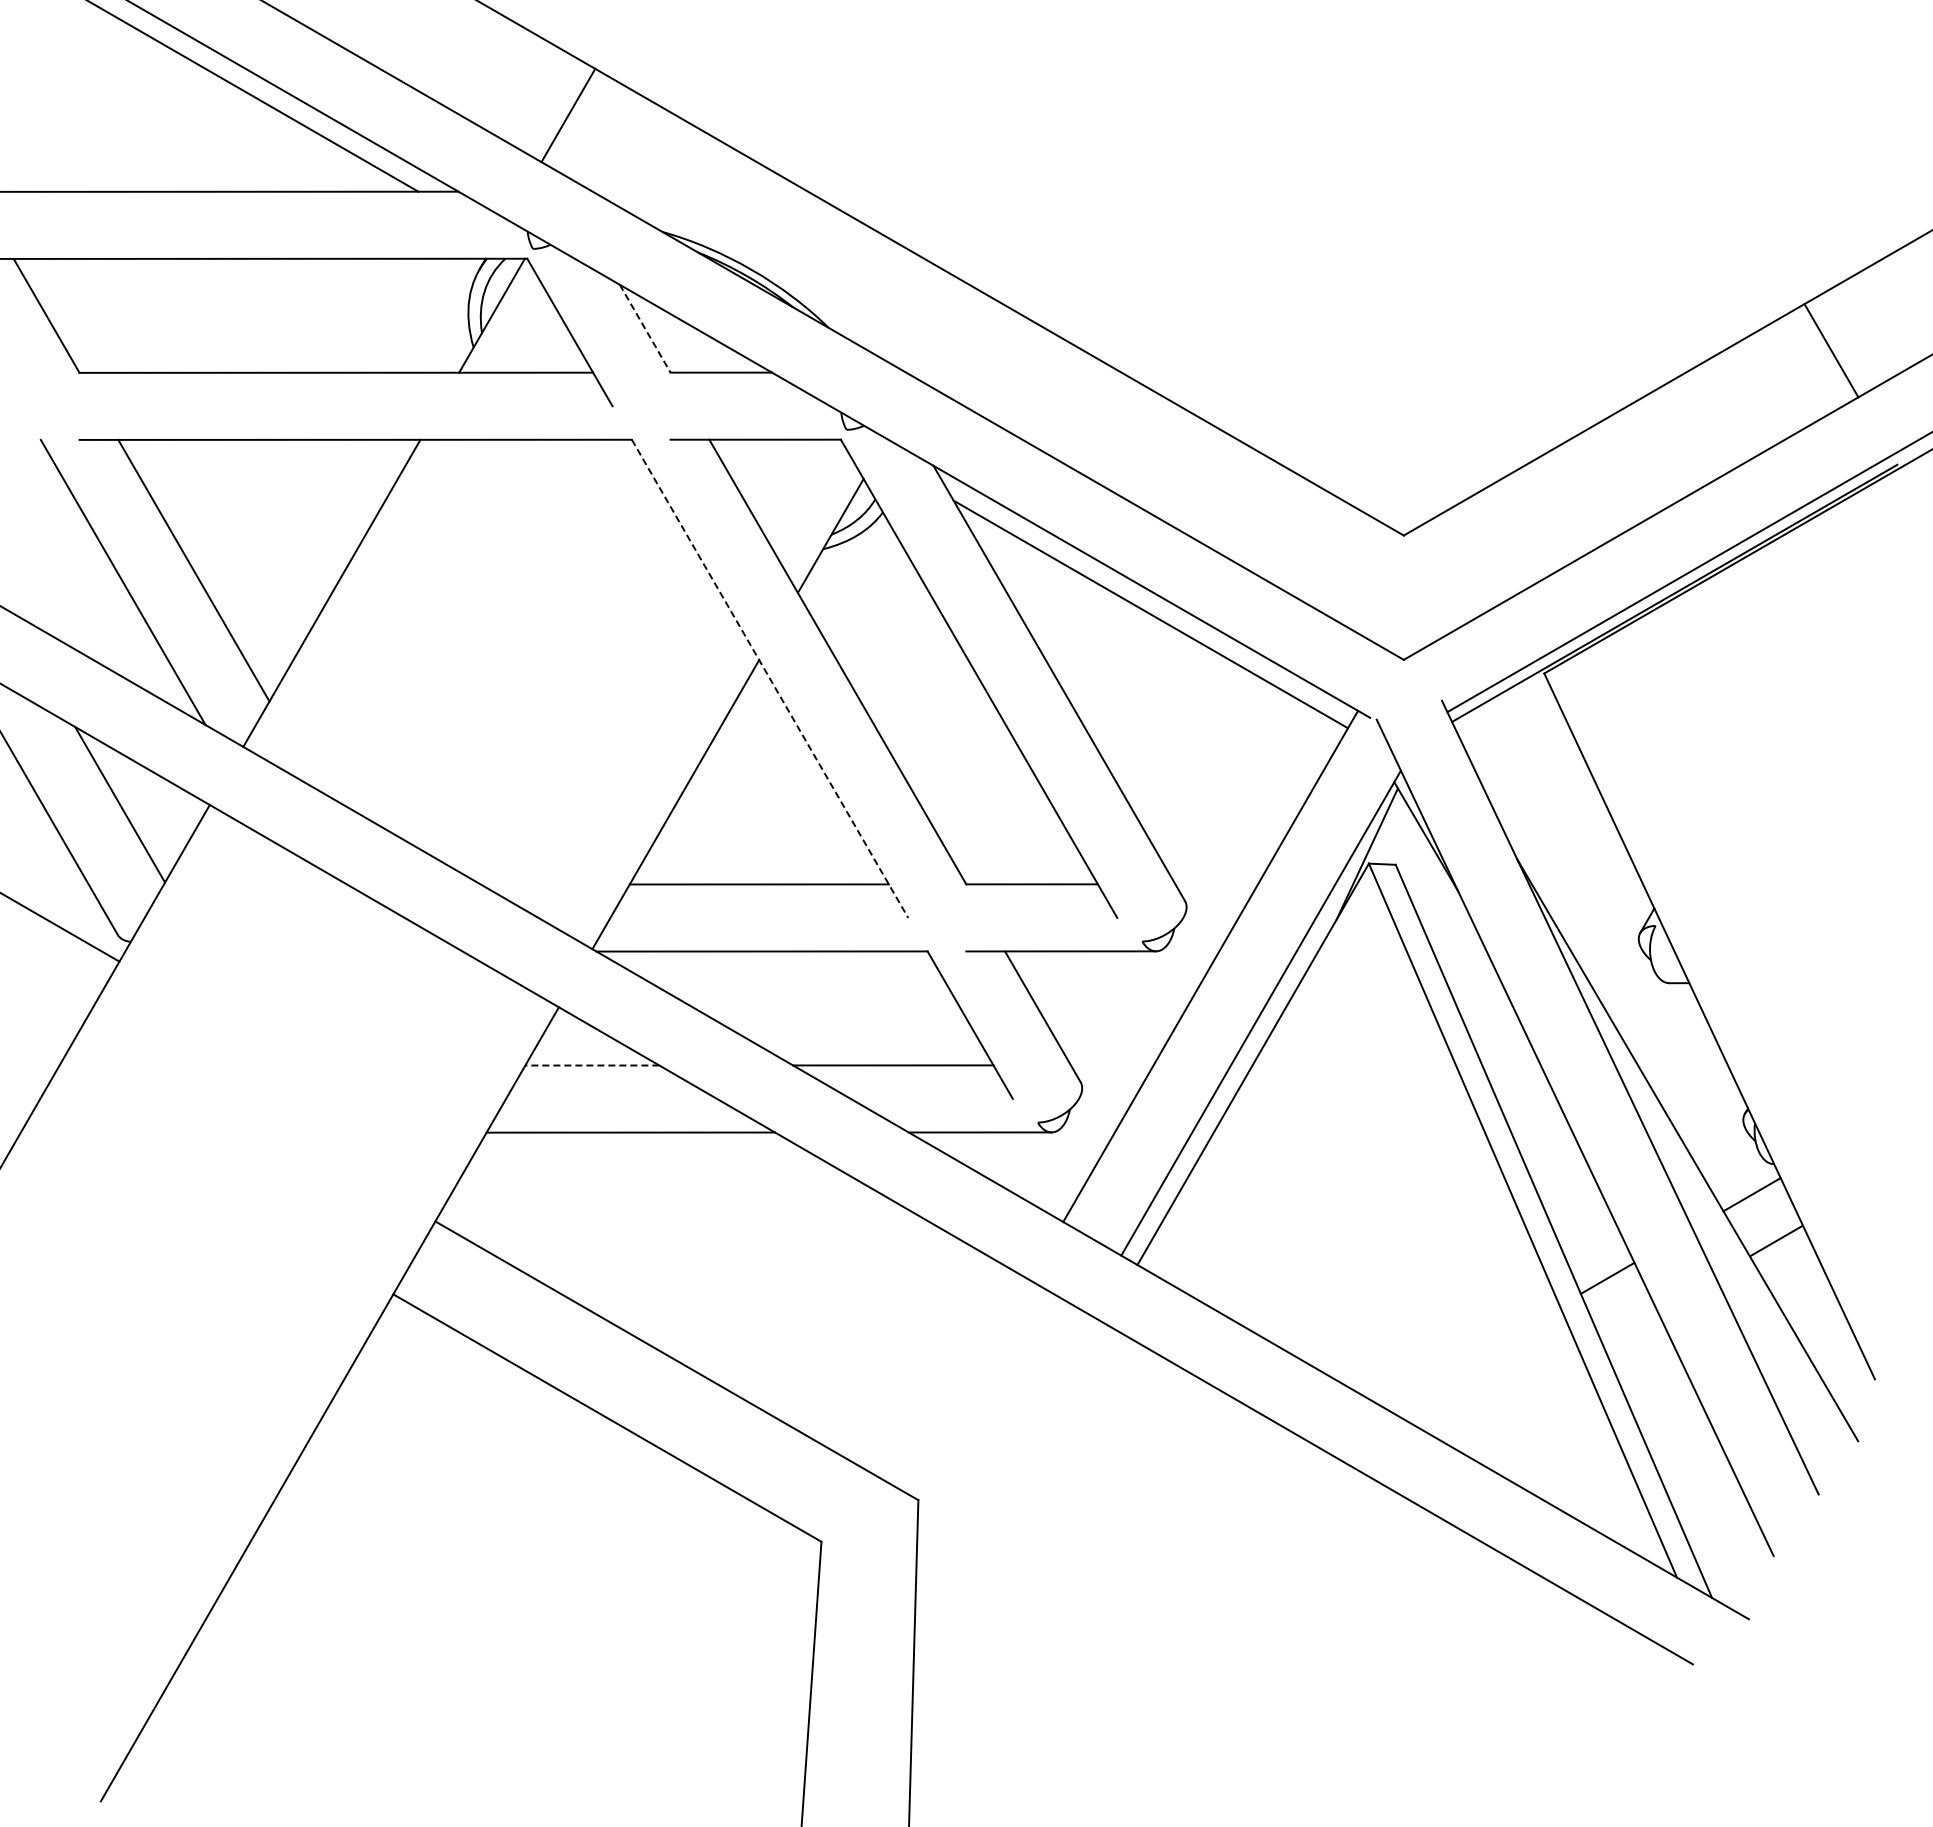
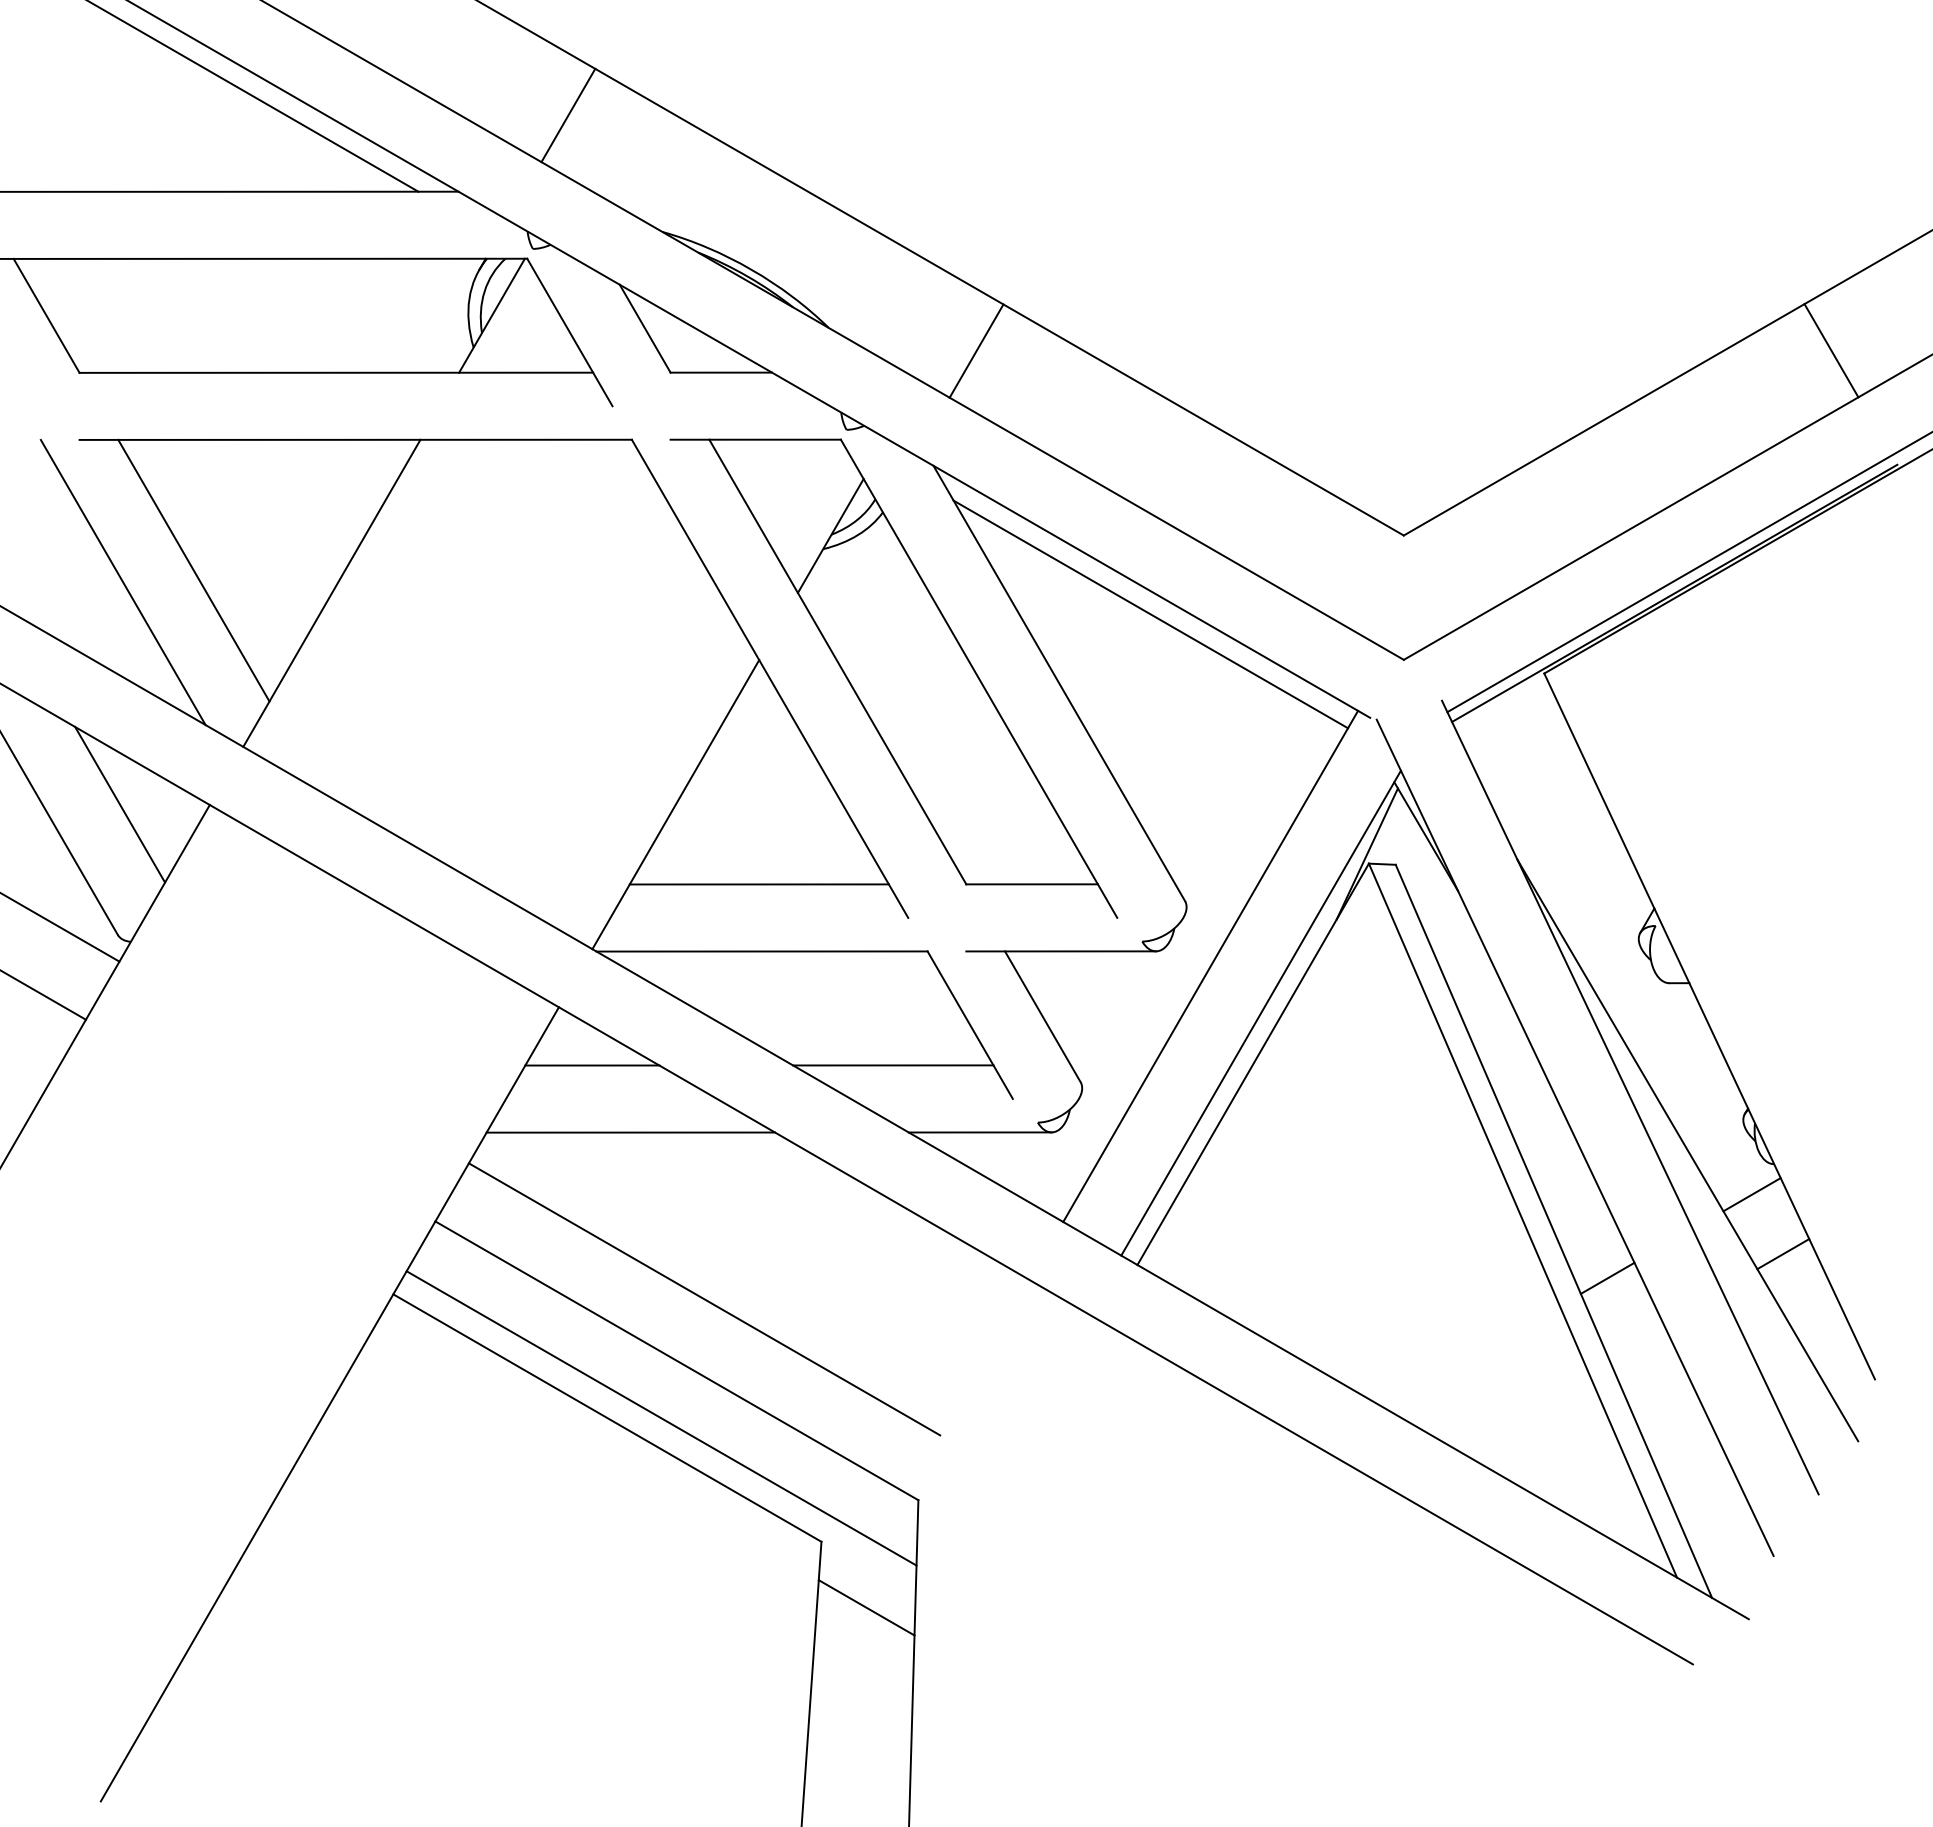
line at (645, 328): dashed -> solid
line at (976, 350): none -> present
line at (770, 679): dashed -> solid
line at (43, 995): none -> present
line at (591, 1065): dashed -> solid
line at (1776, 1241) position: (1776, 1241) -> (1783, 1254)
line at (704, 1299): none -> present
line at (661, 1418): none -> present
line at (866, 1607): none -> present
